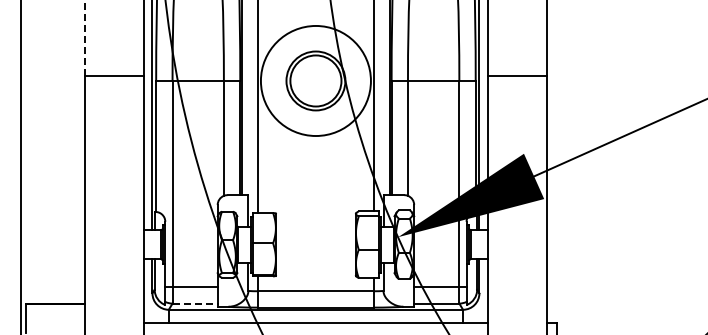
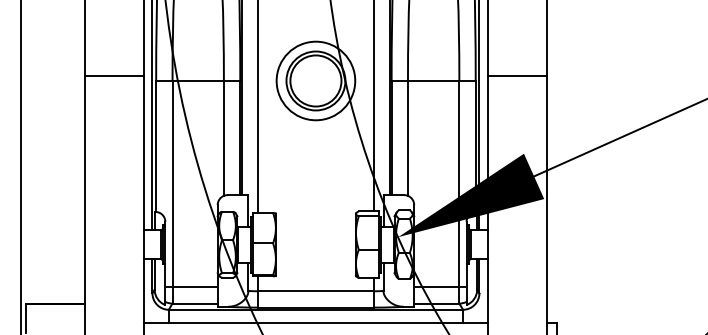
line at (85, 38): dashed -> solid
circle at (315, 80) diameter: 110 px -> 79 px
line at (195, 303): dashed -> solid
